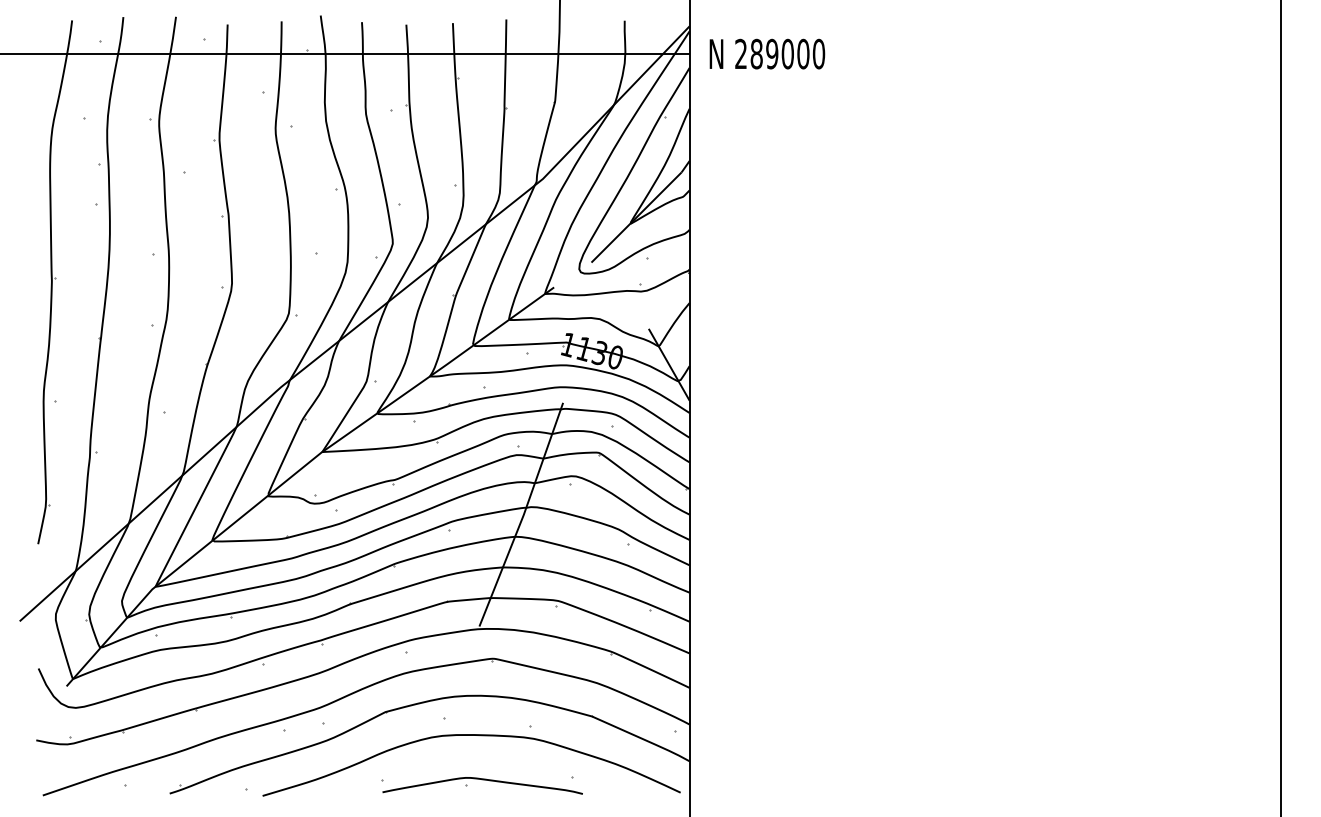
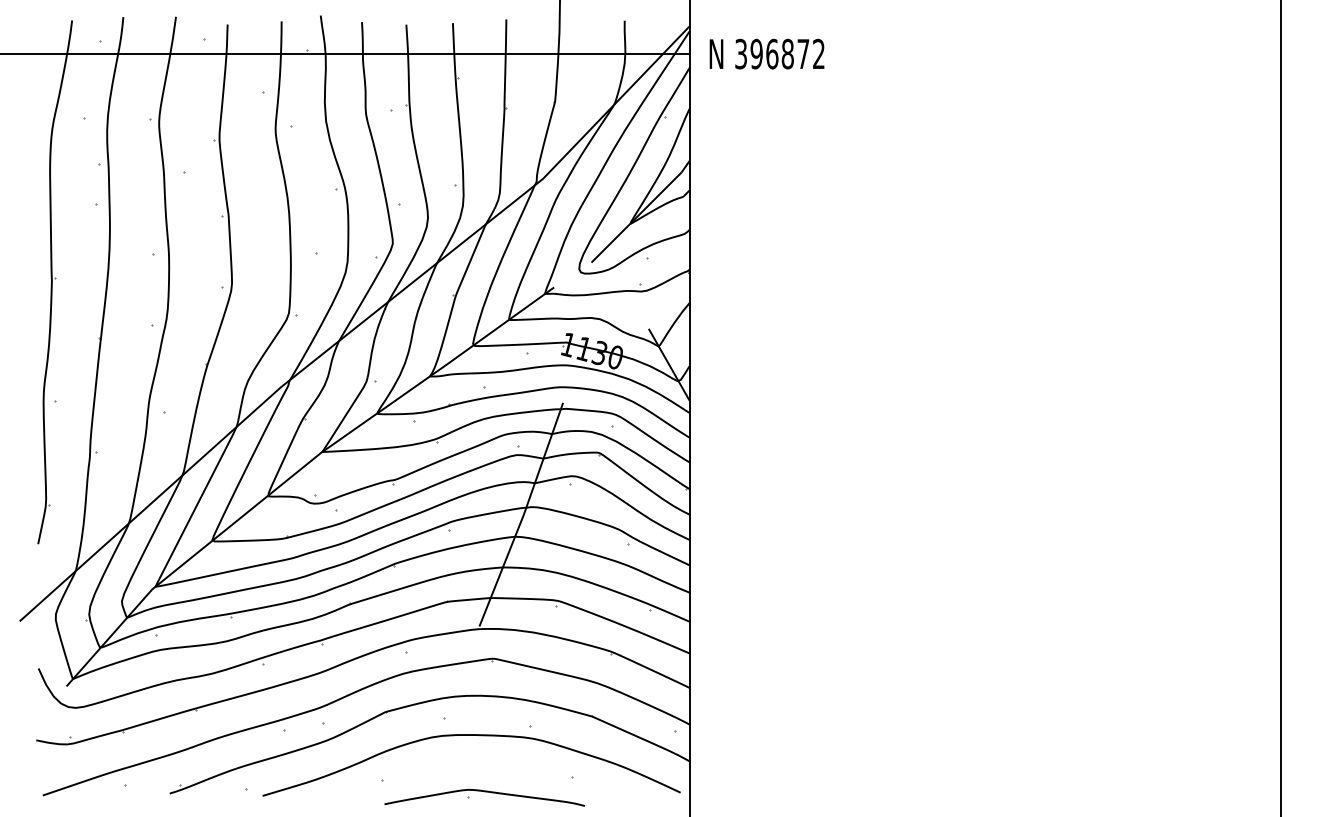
text at (780, 53): 289000 -> 396872
part at (482, 785) position: (482, 785) -> (484, 797)
